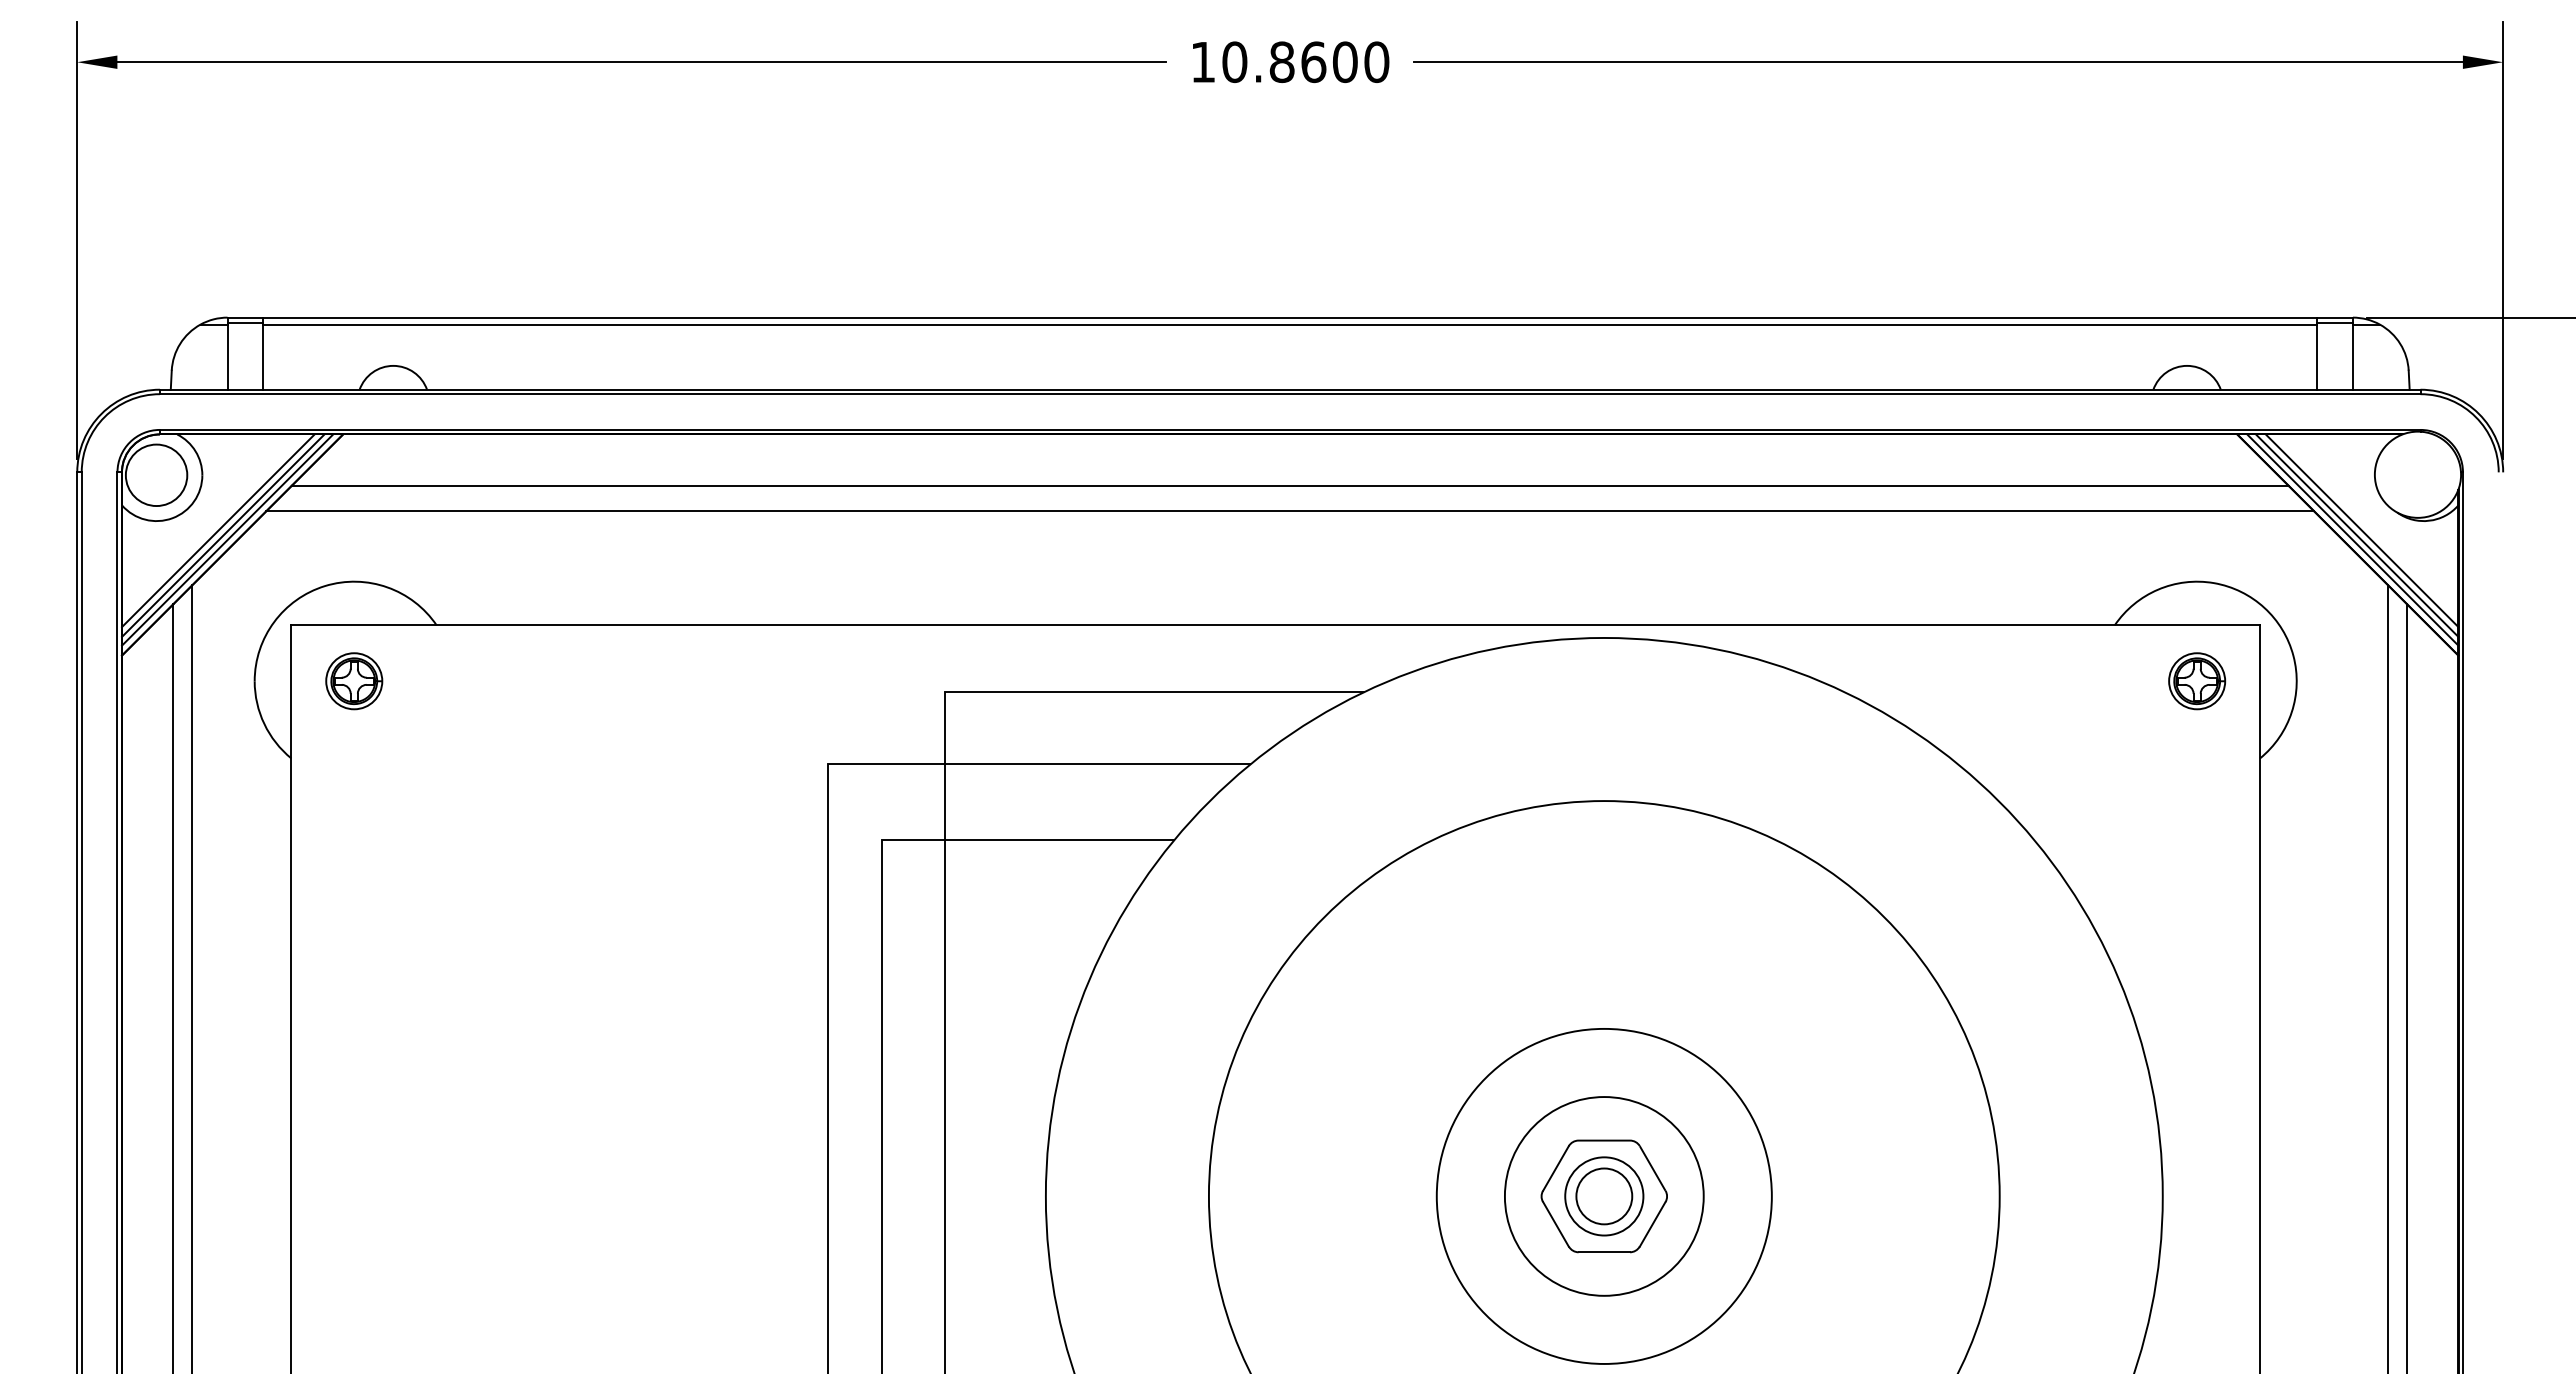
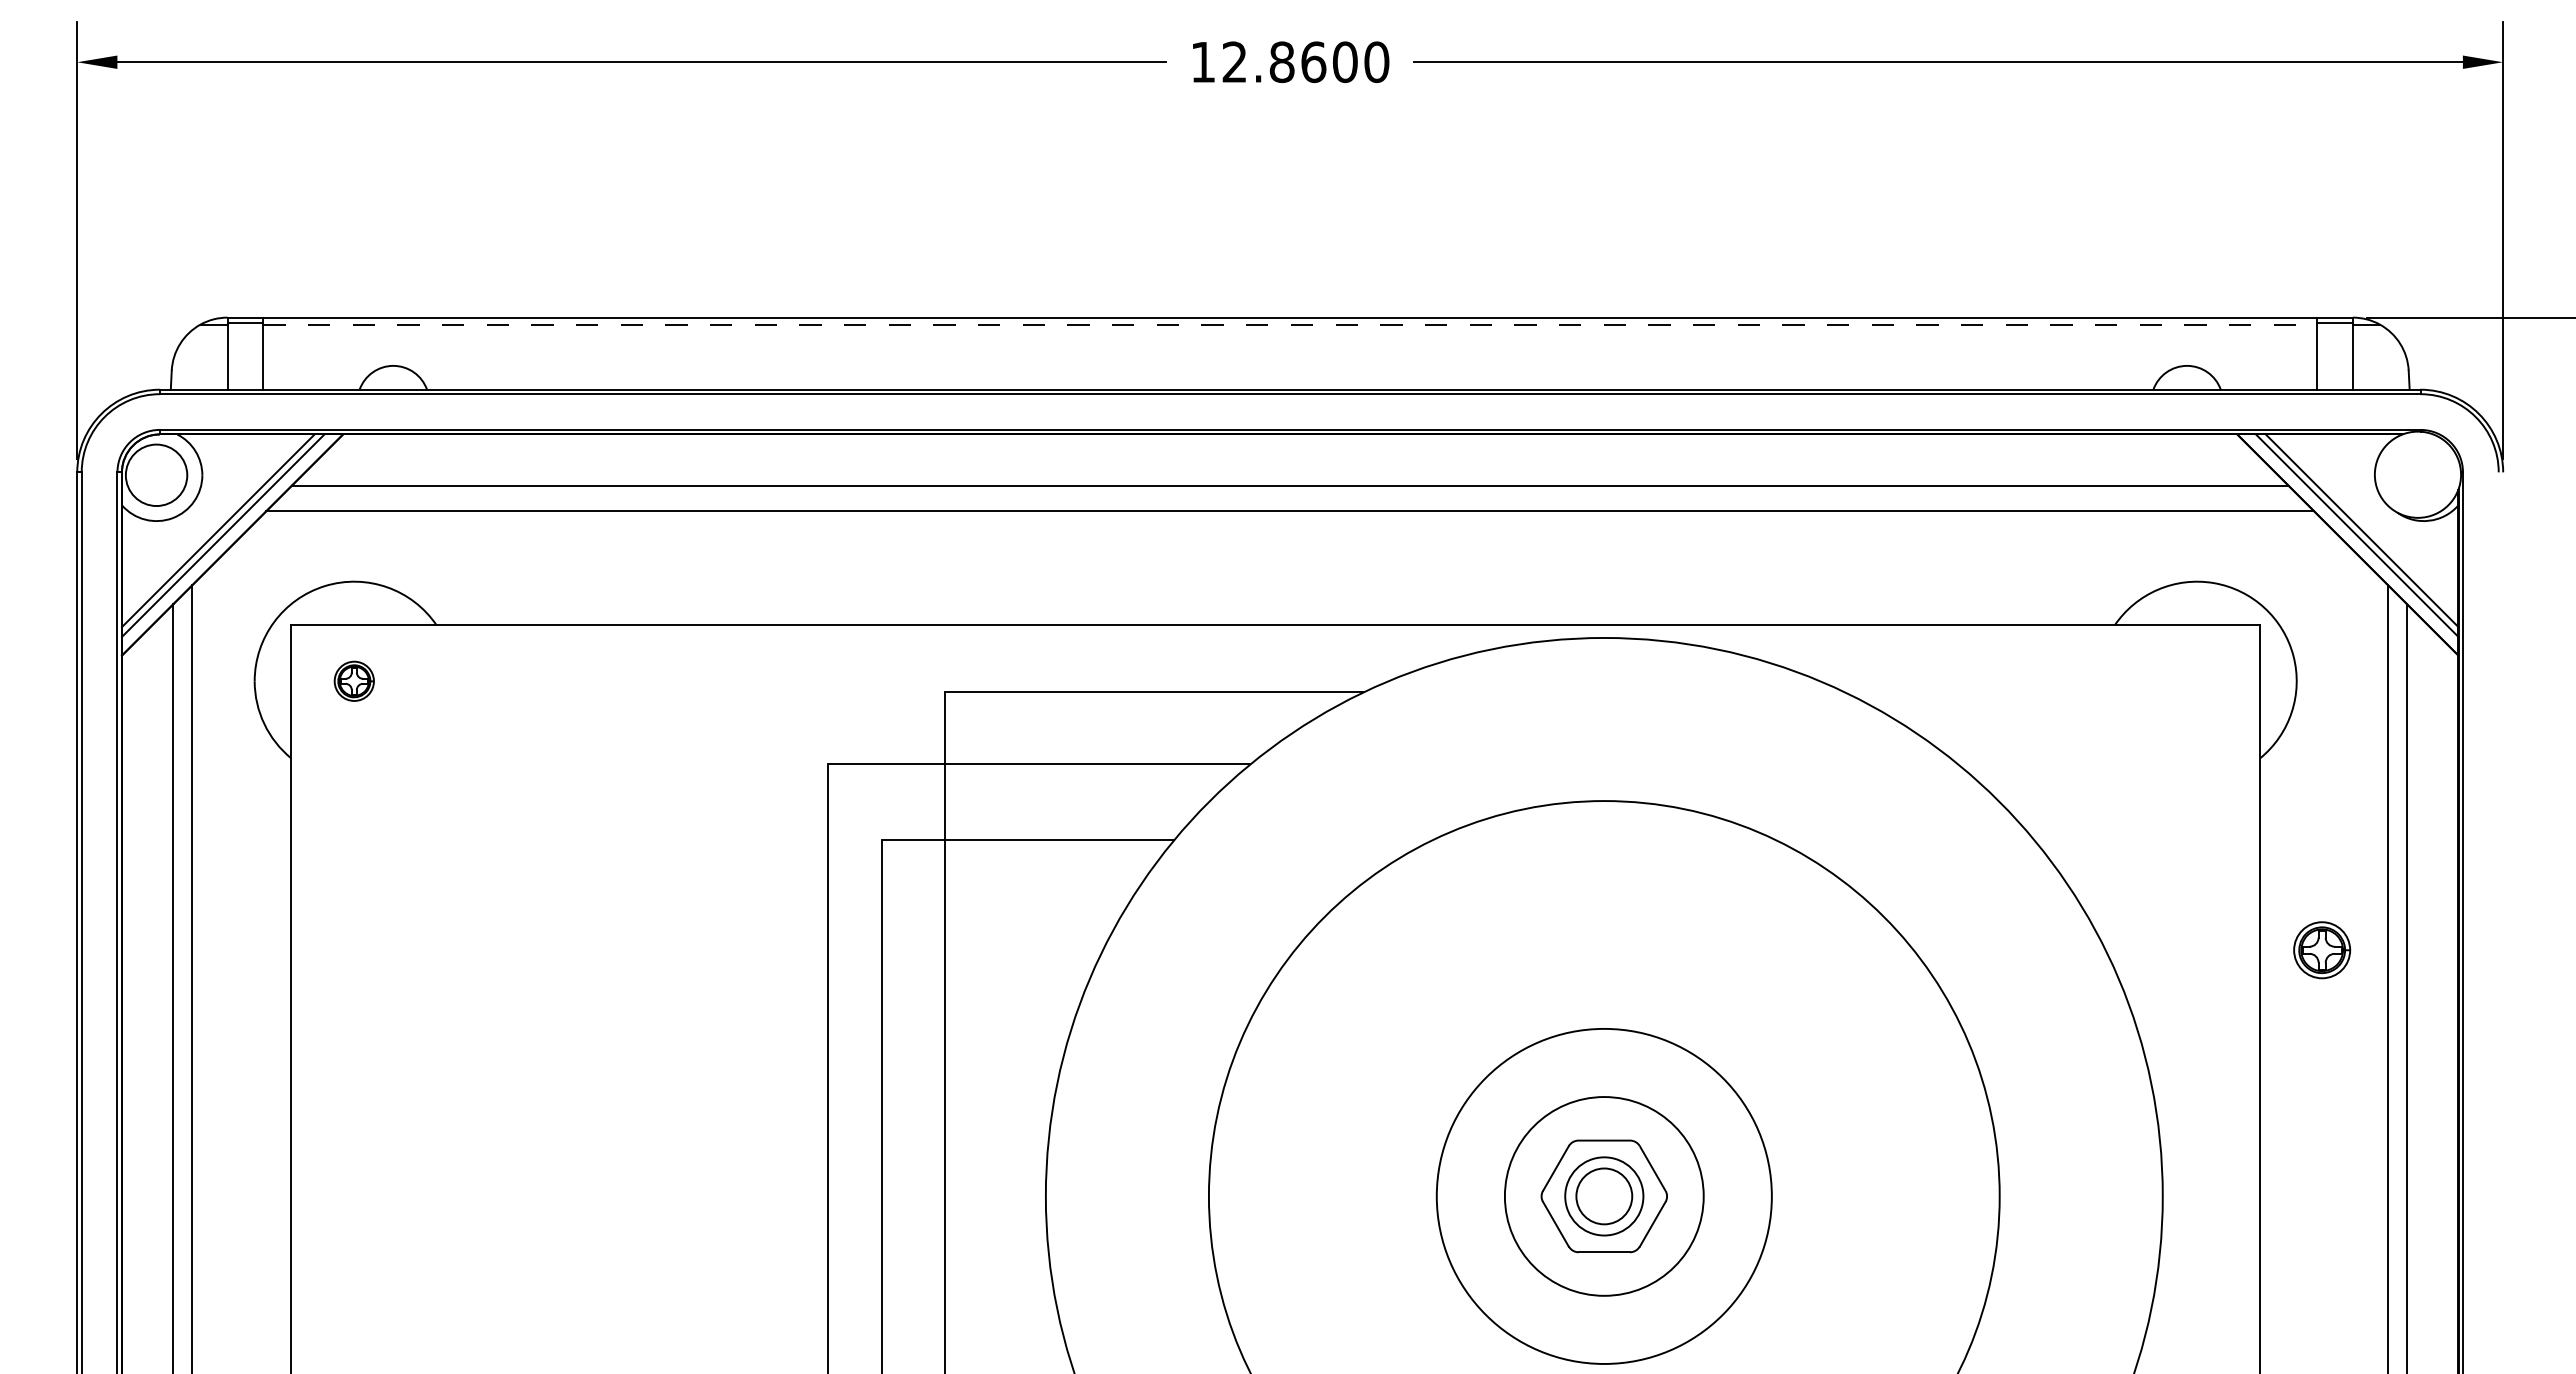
text at (1234, 62): 10.8600 -> 12.8600
line at (1290, 324): solid -> dashed
line at (227, 539): present -> none
line at (2352, 539): present -> none
part at (354, 681) size: 59x59 px -> 42x42 px
part at (2197, 681) position: (2197, 681) -> (2322, 950)
